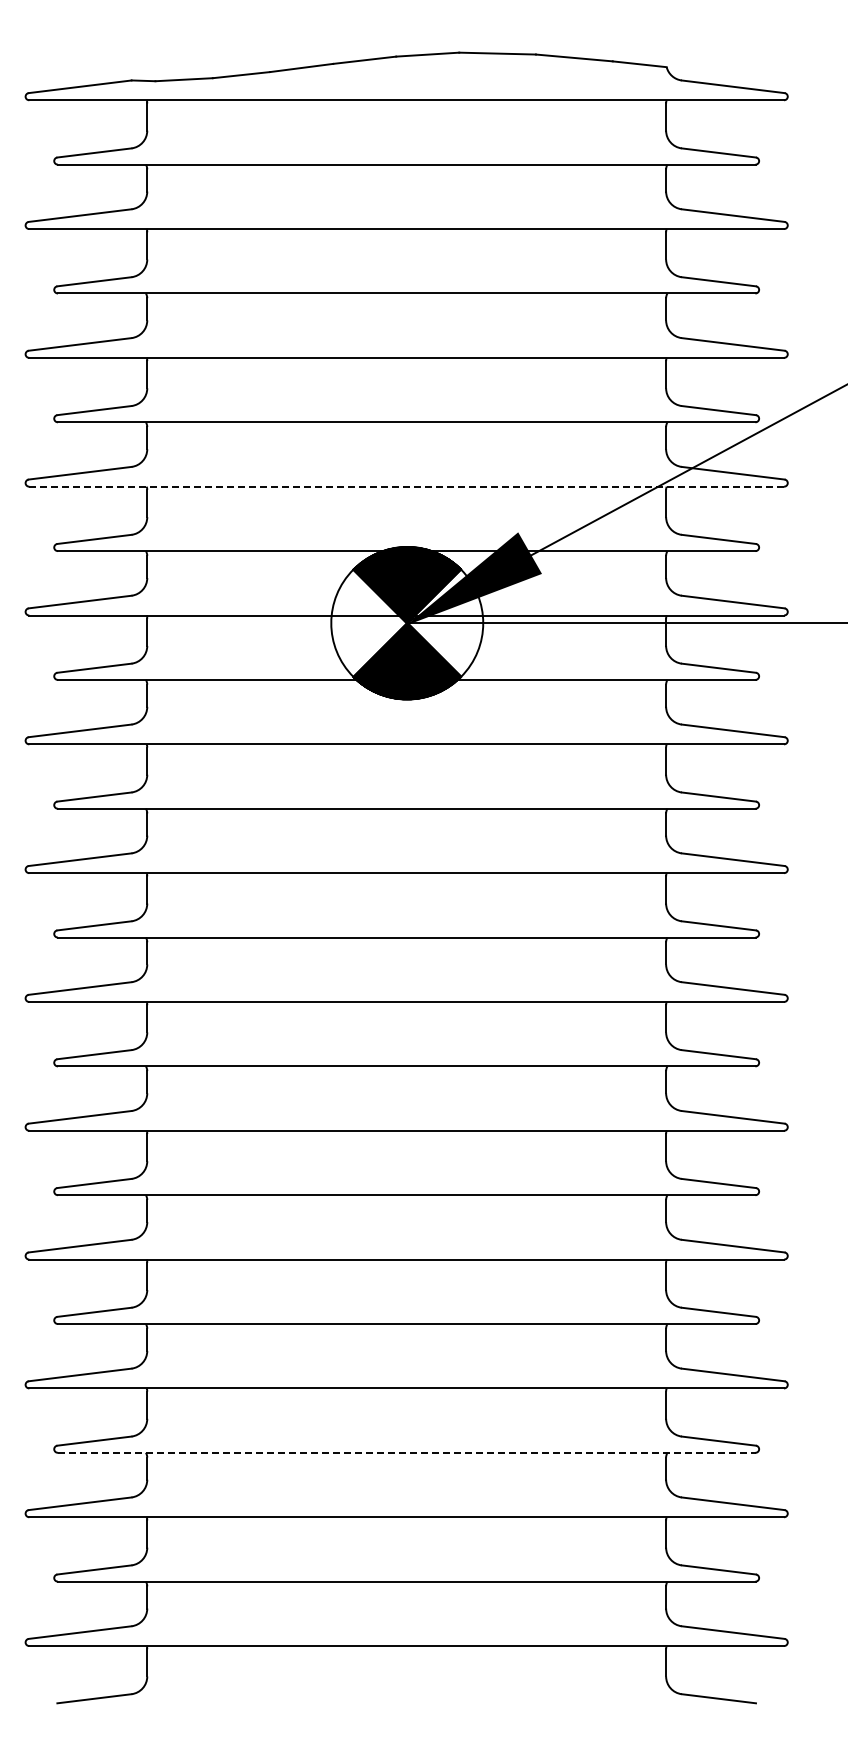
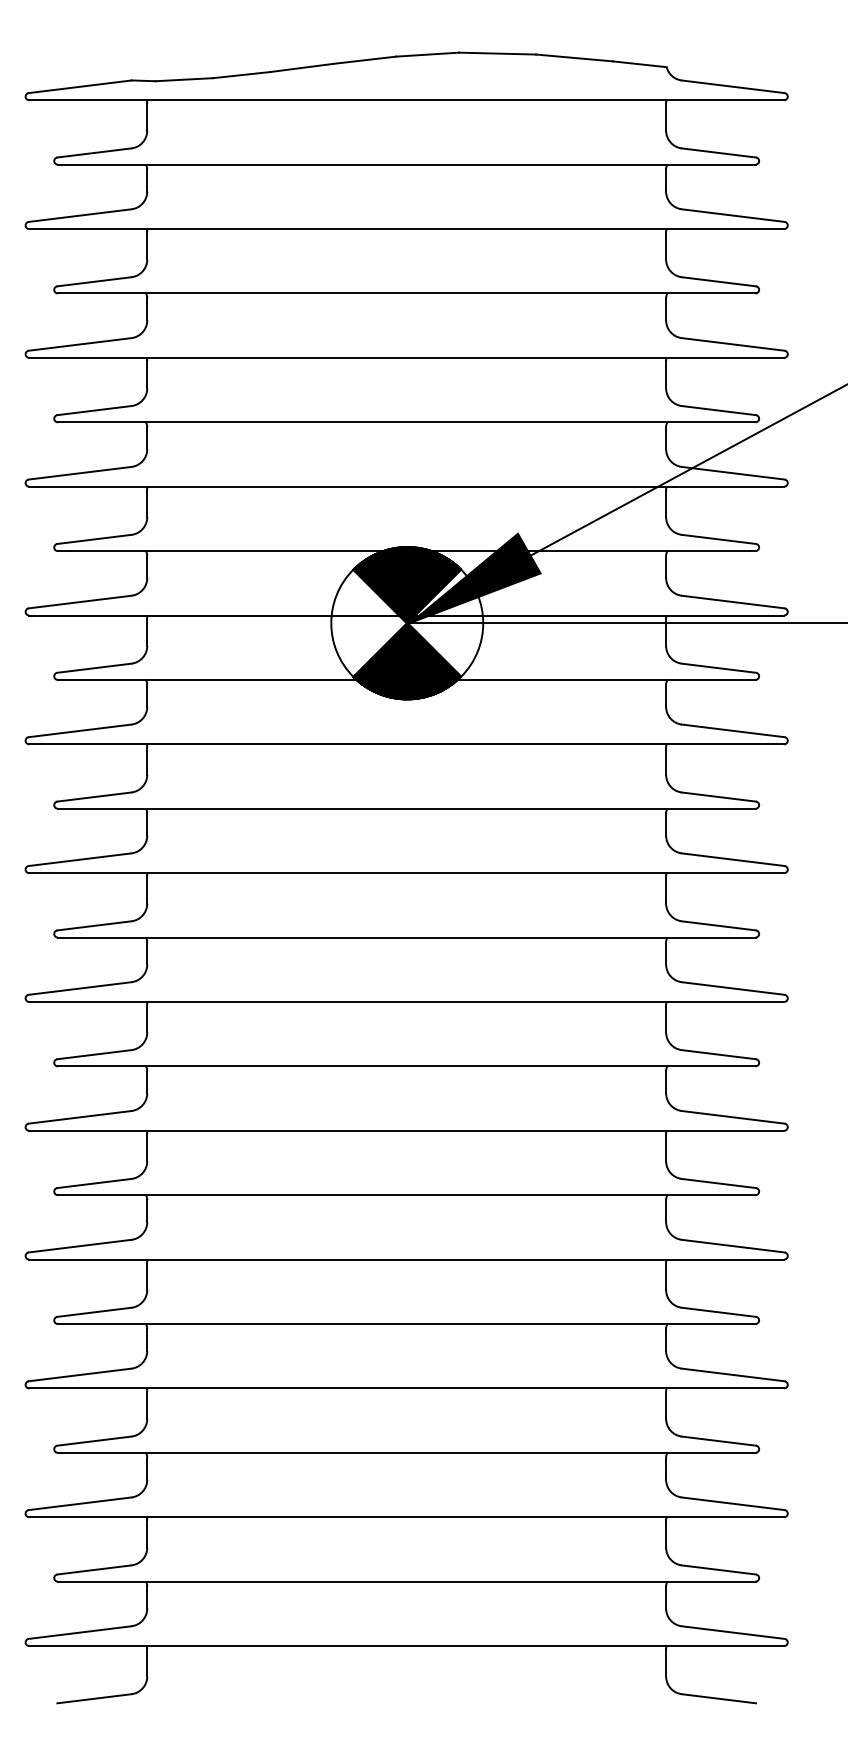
line at (406, 486): dashed -> solid
line at (406, 1452): dashed -> solid
